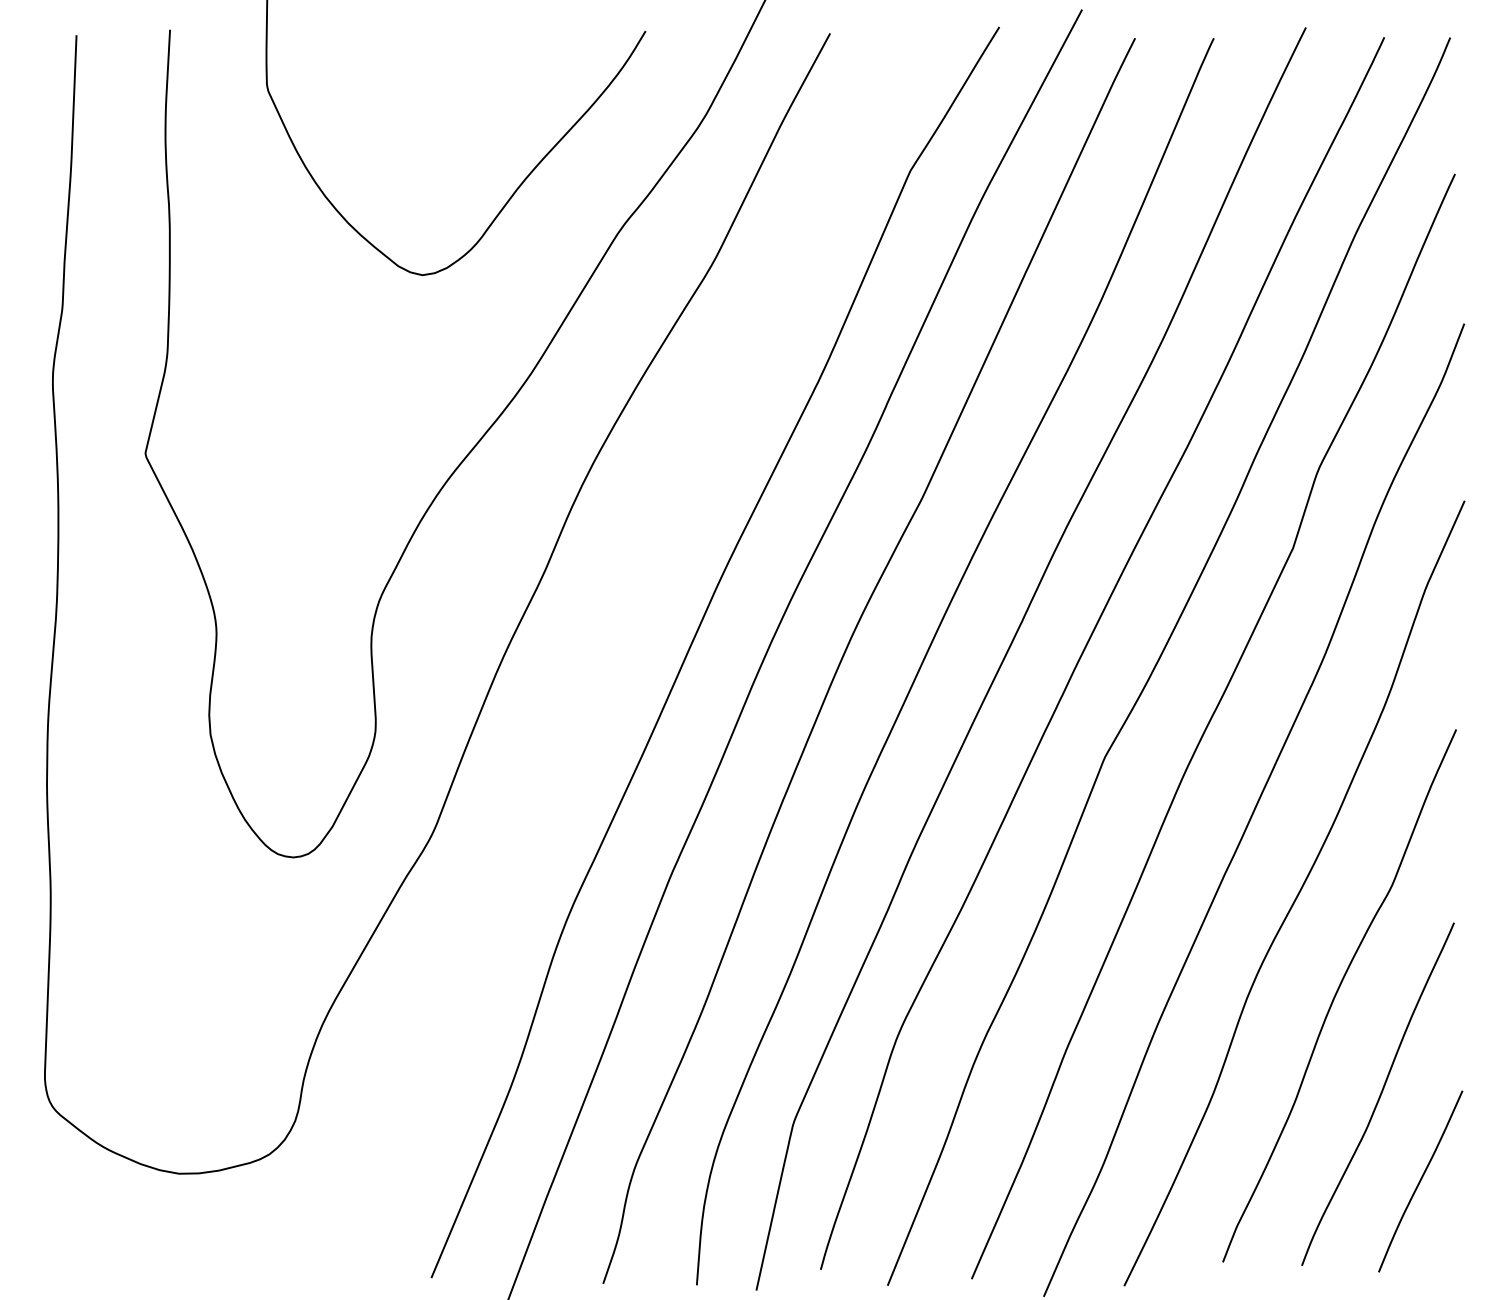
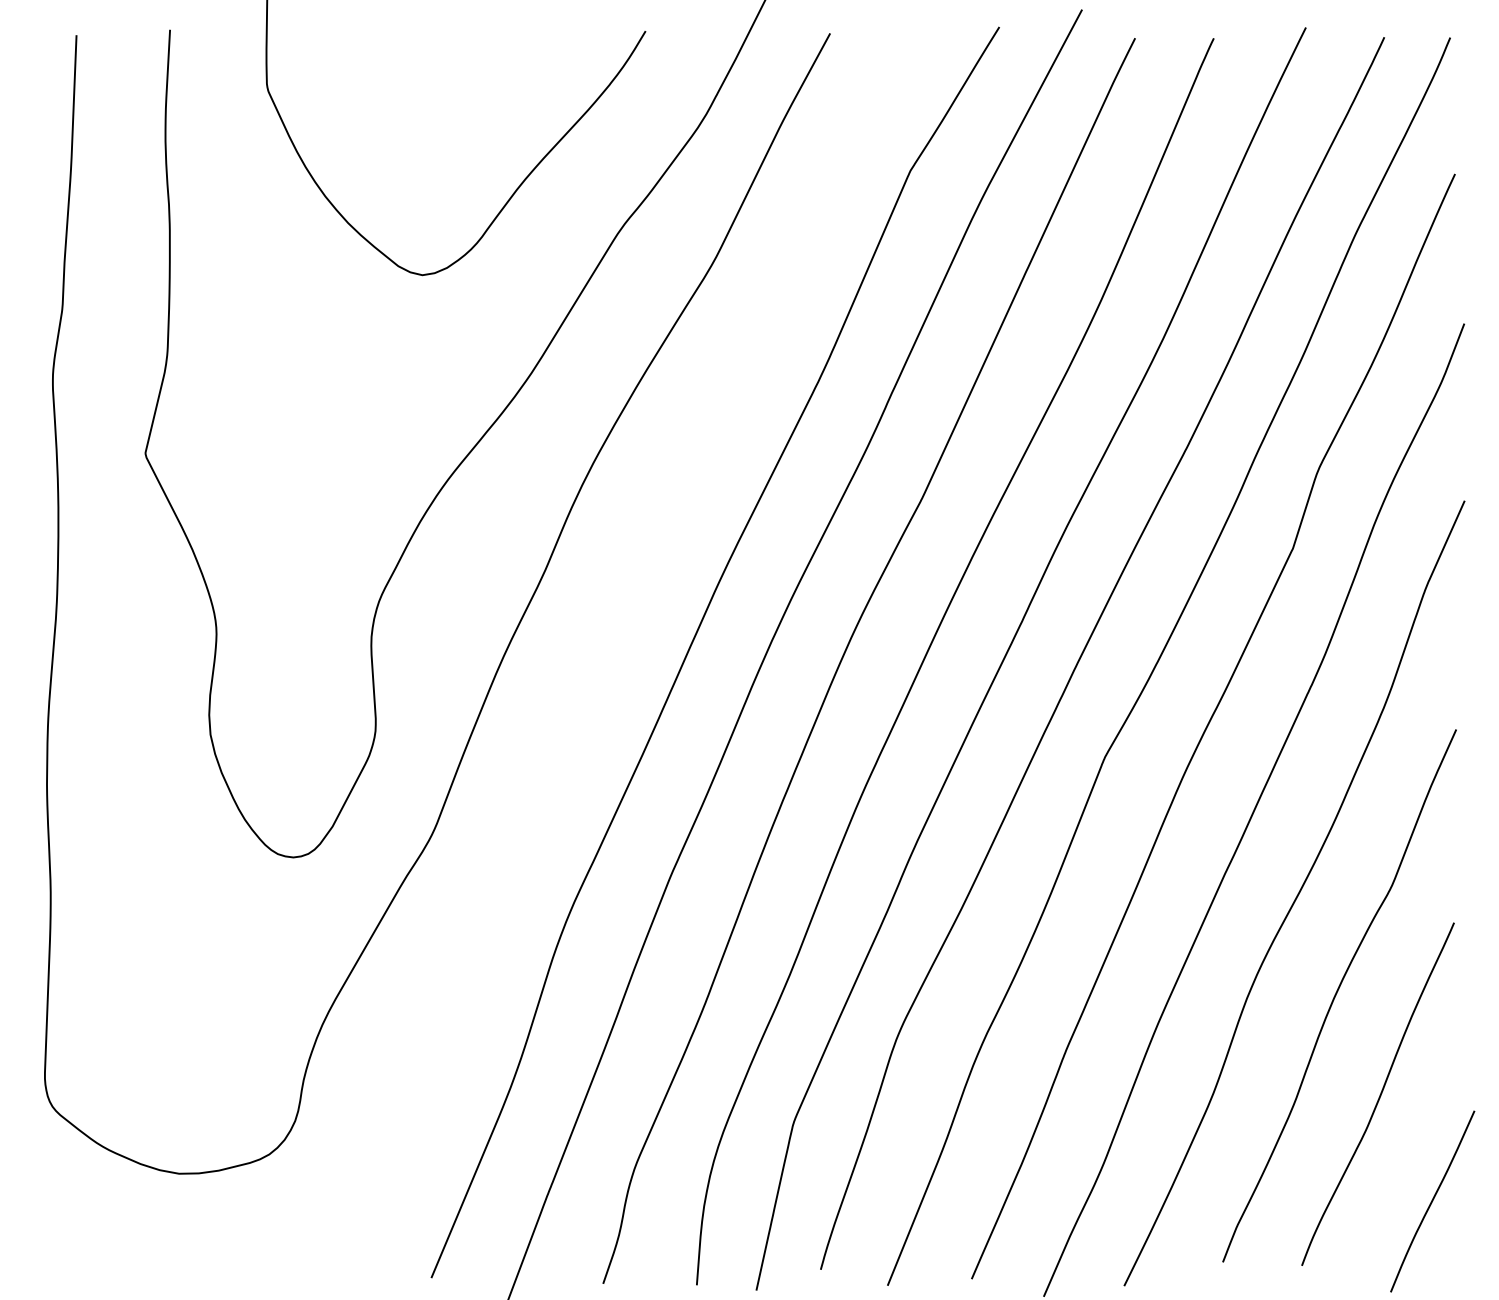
curve at (1420, 1181) position: (1420, 1181) -> (1432, 1201)
